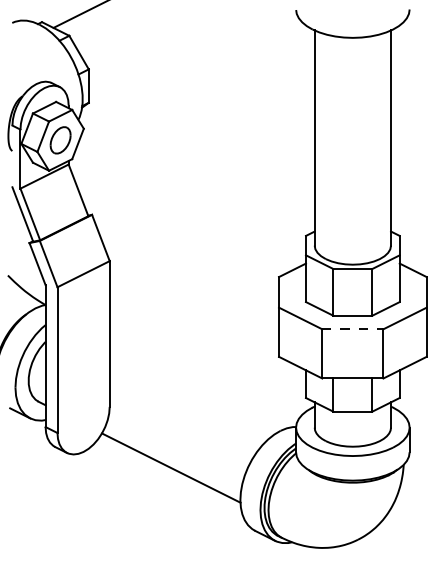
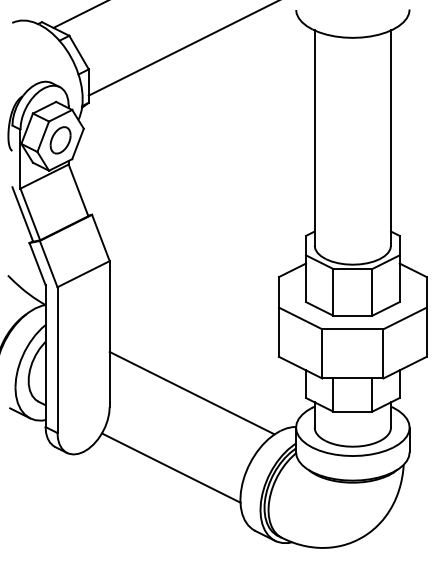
line at (182, 48): none -> present
line at (352, 329): dashed -> solid
line at (191, 392): none -> present
